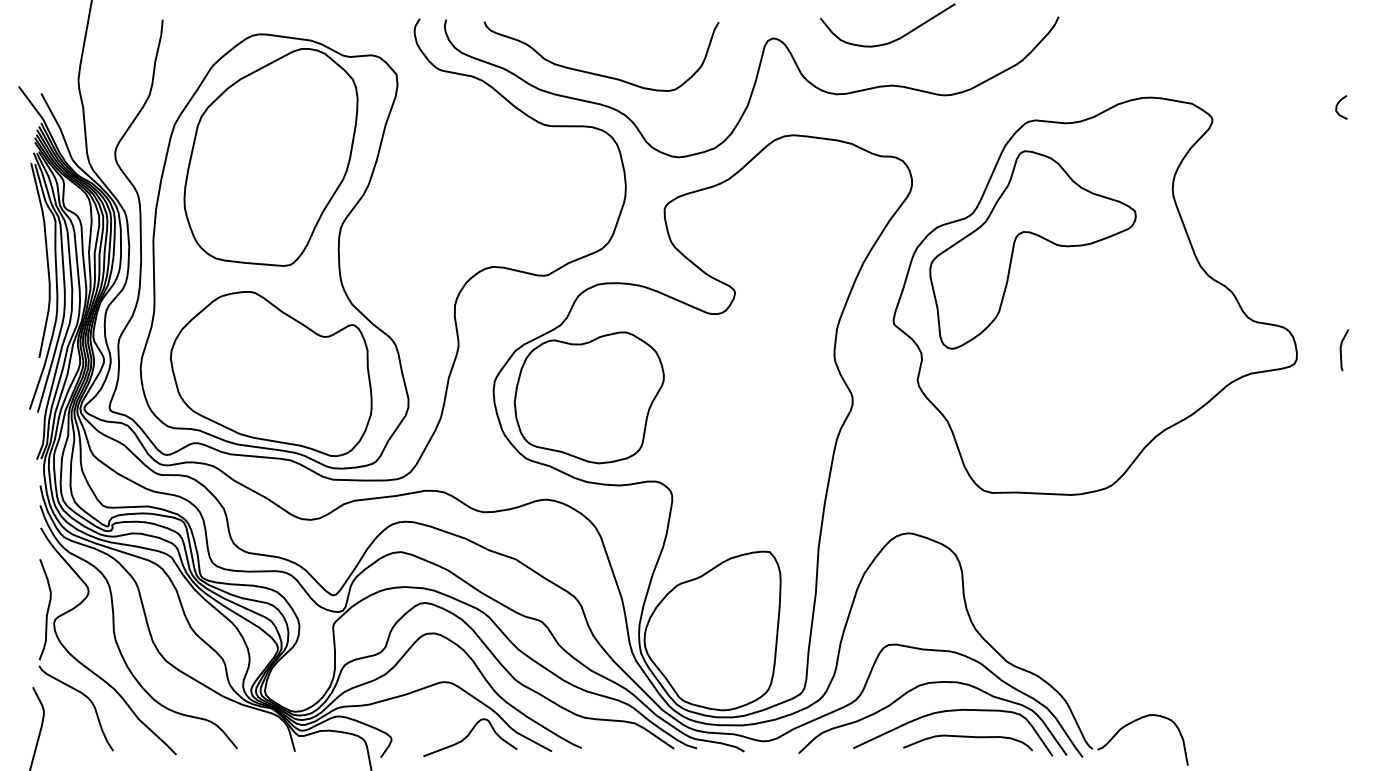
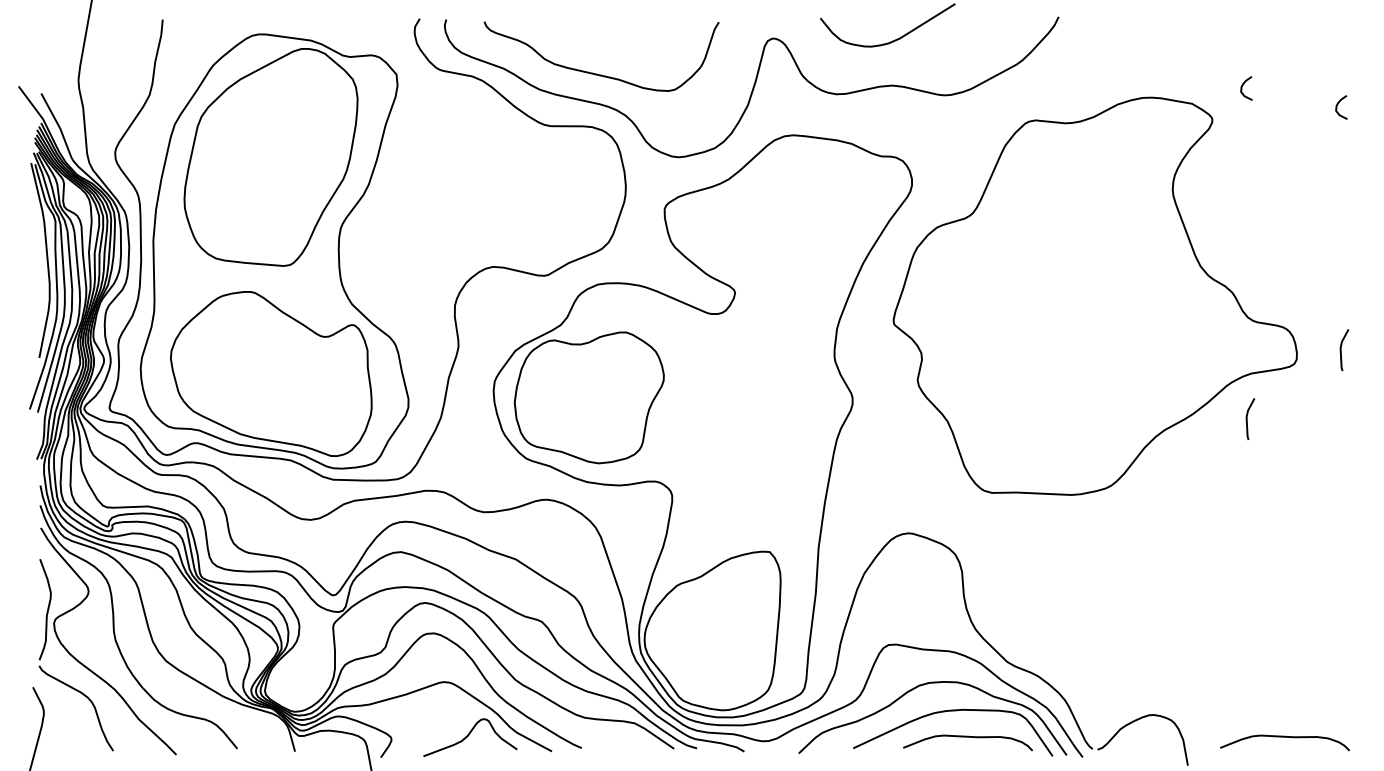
curve at (1242, 88): none -> present
part at (1039, 237): present -> none
line at (1247, 418): none -> present
curve at (1284, 737): none -> present
